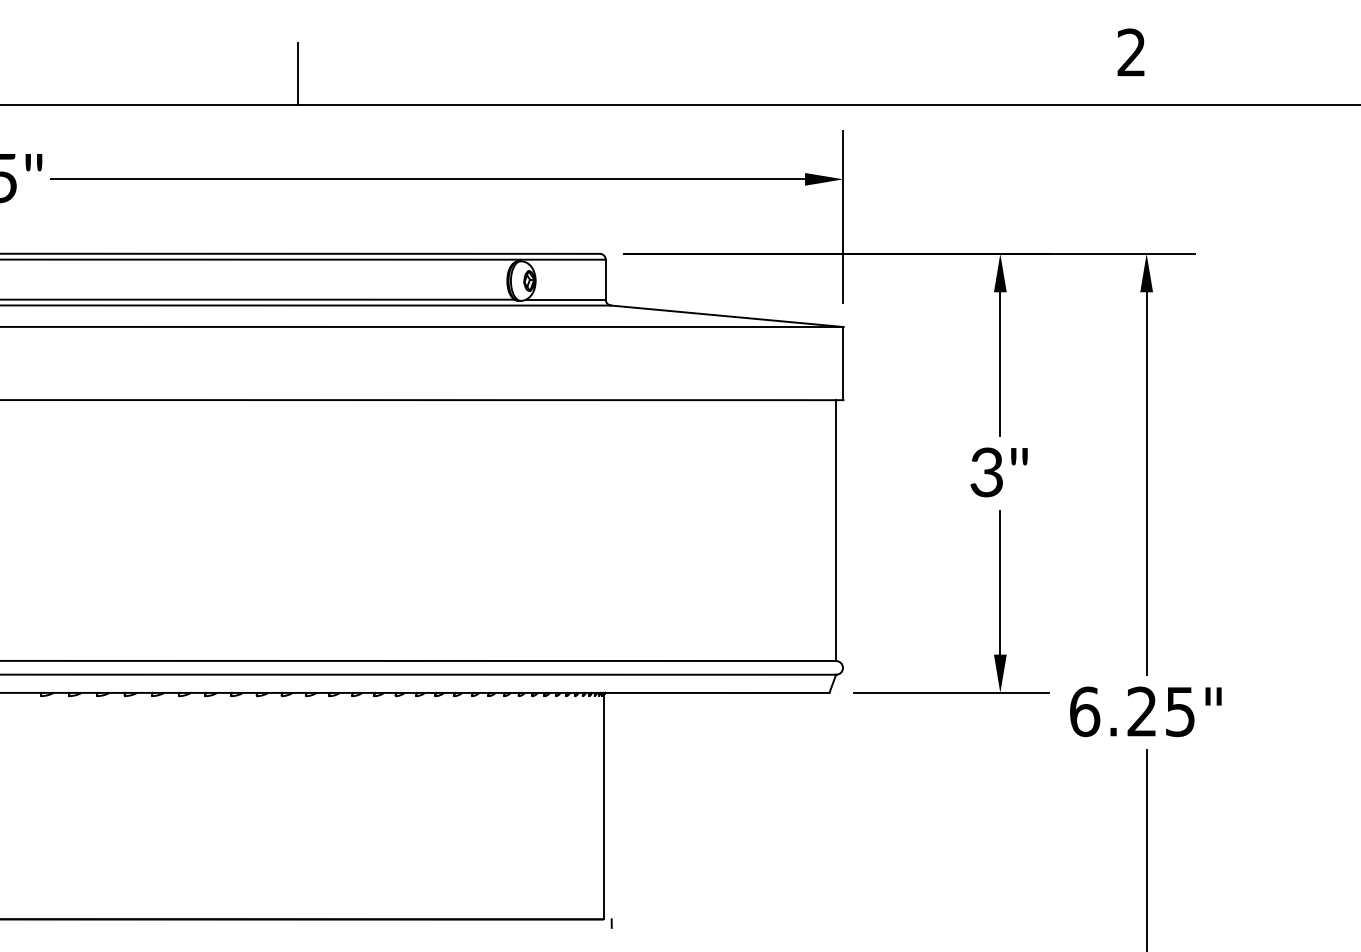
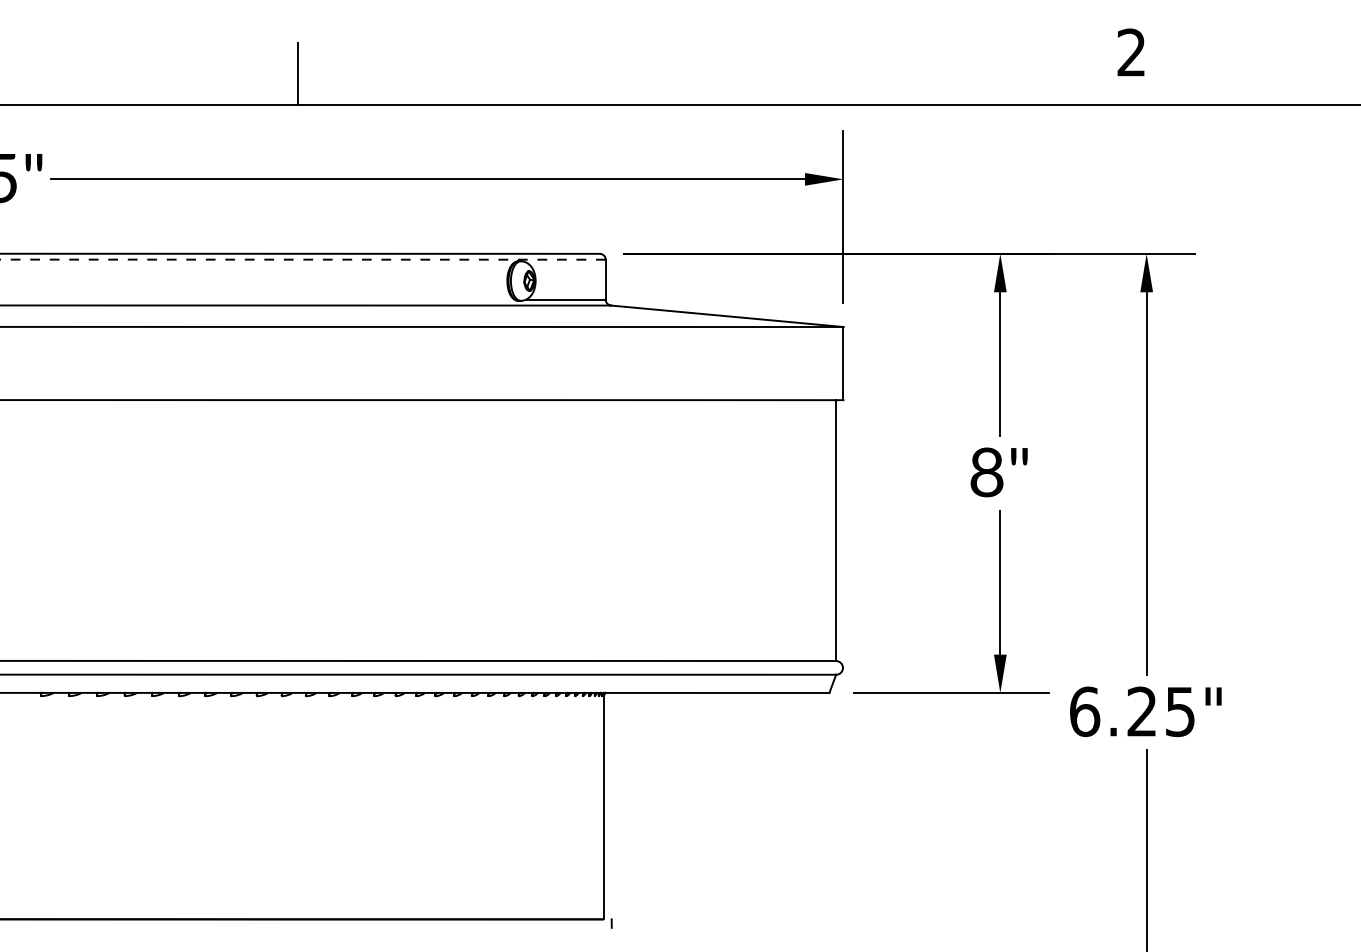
line at (302, 259): solid -> dashed
line at (258, 299): present -> none
text at (986, 471): 3" -> 8"
